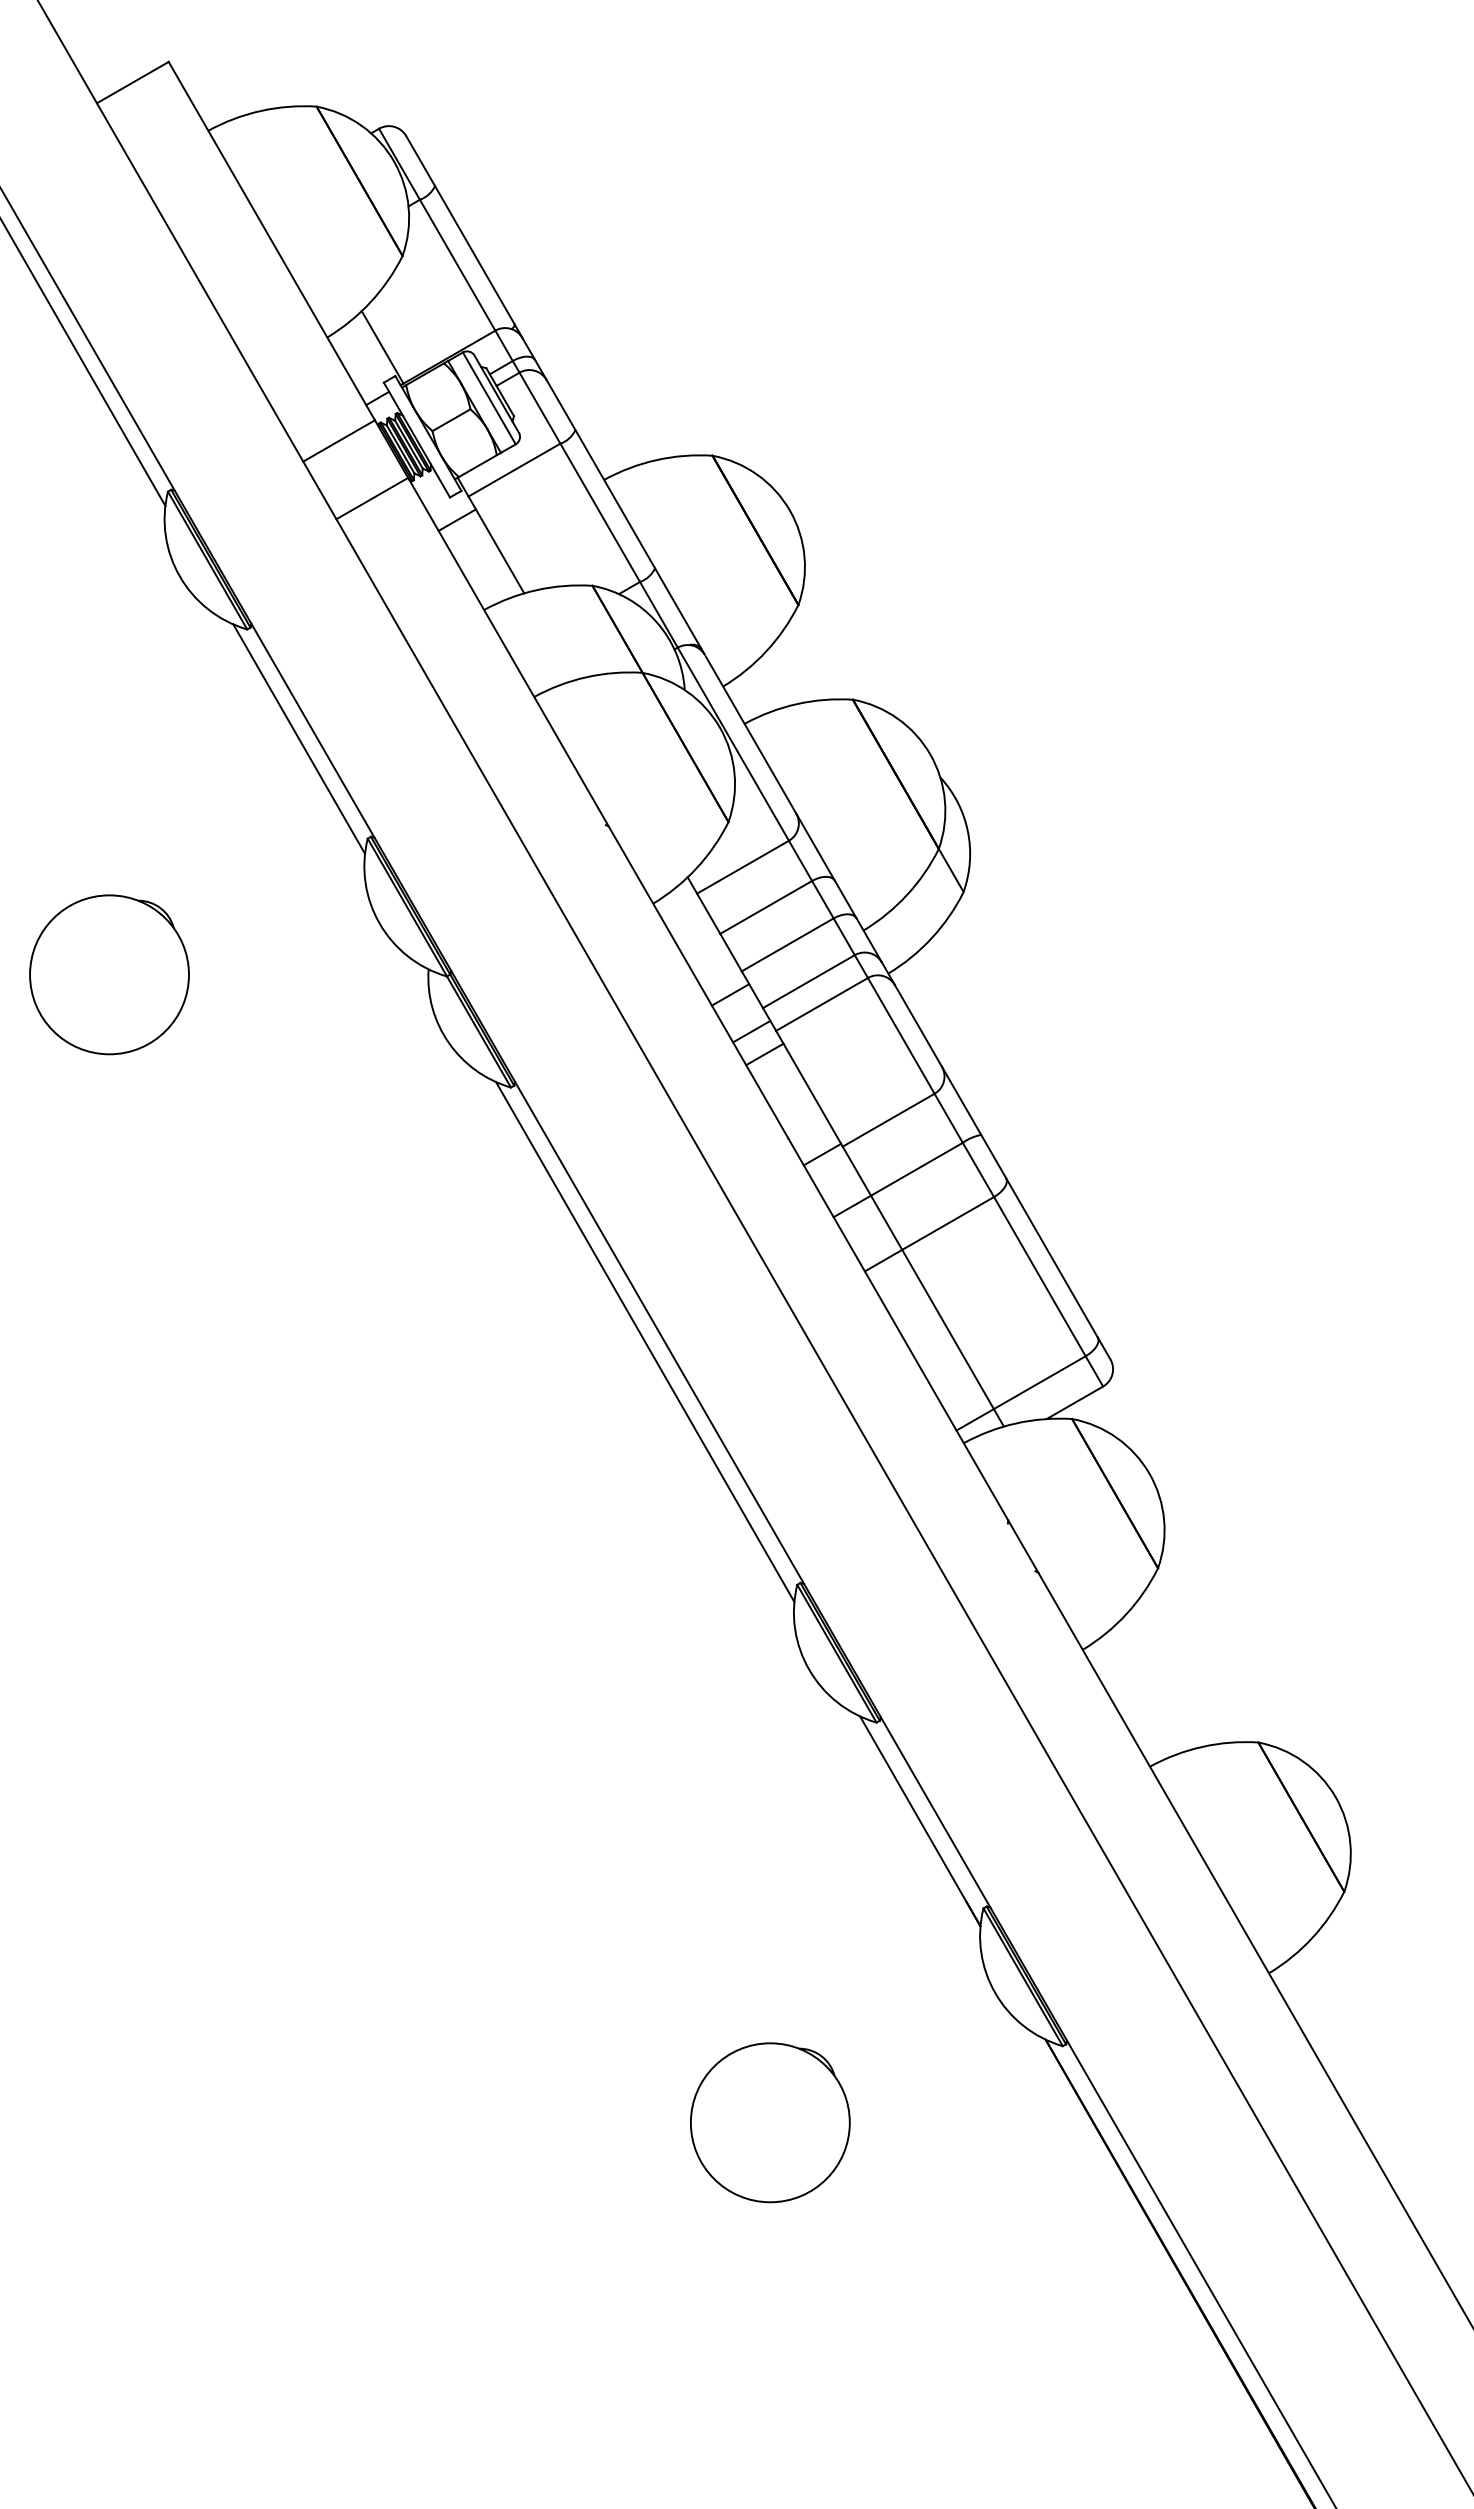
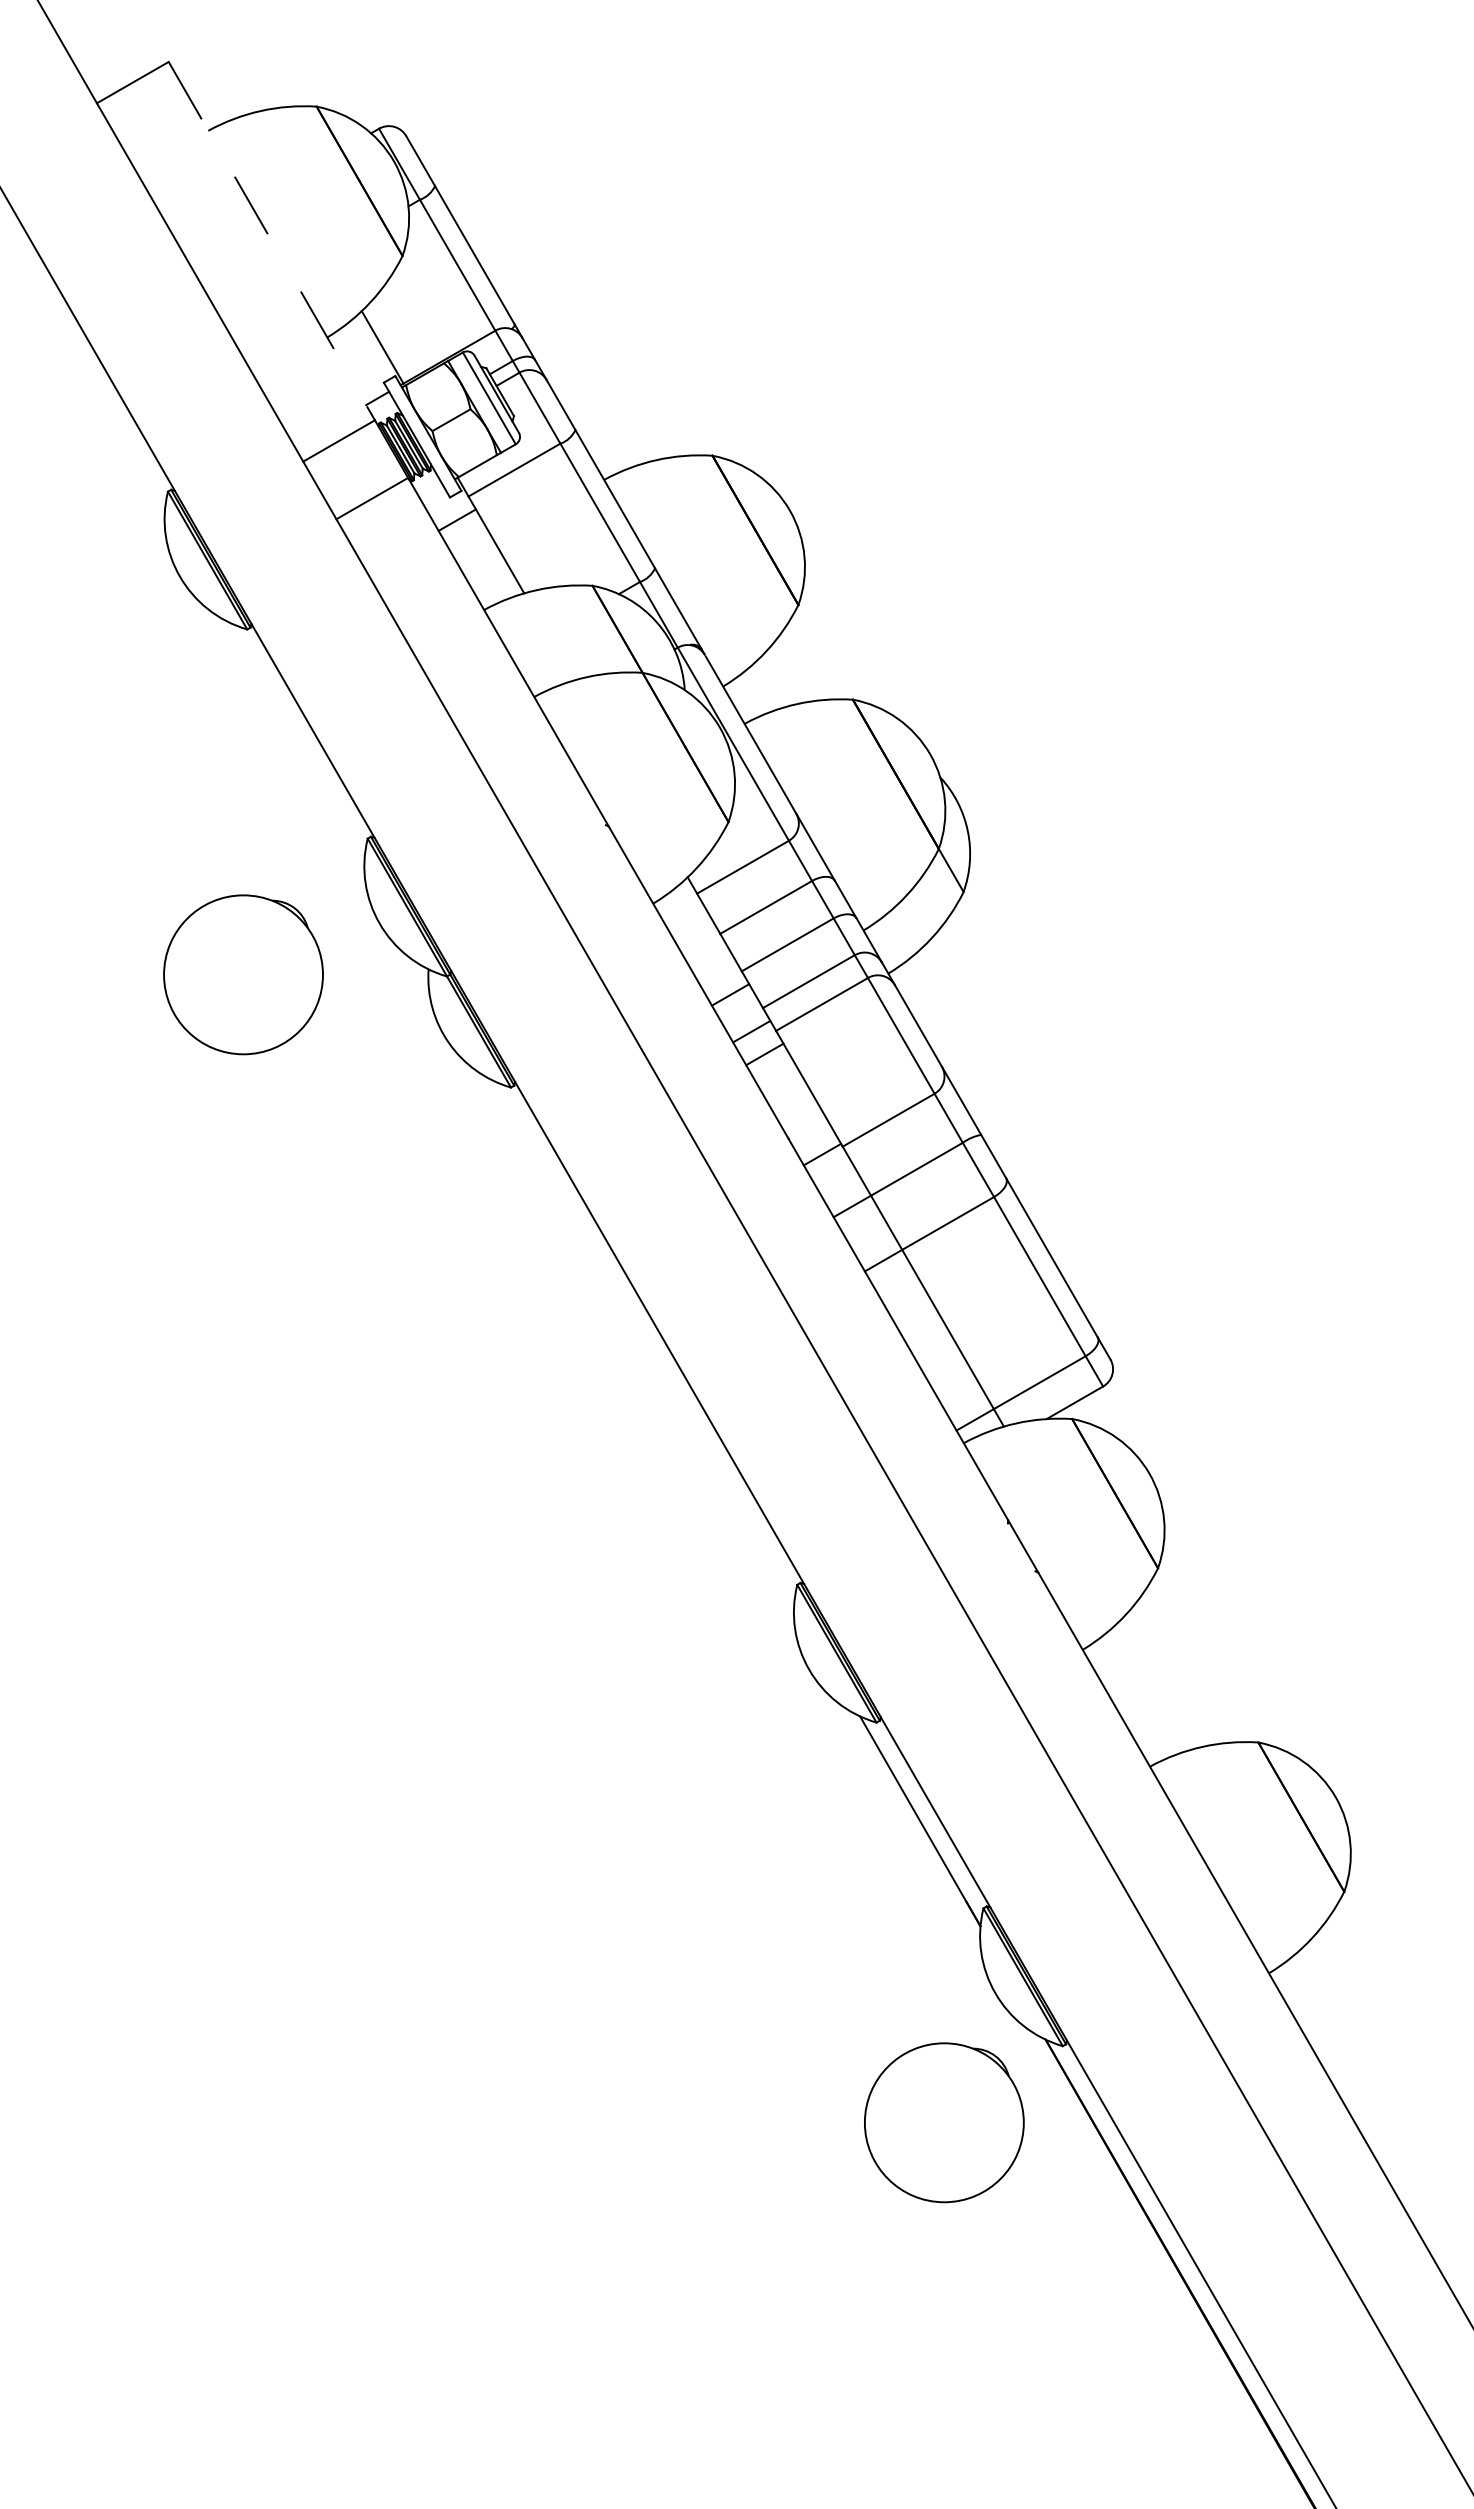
line at (271, 241): solid -> dashed
line at (83, 363): present -> none
line at (299, 738): present -> none
part at (109, 974) position: (109, 974) -> (243, 974)
line at (645, 1341): present -> none
part at (770, 2122) position: (770, 2122) -> (944, 2122)
